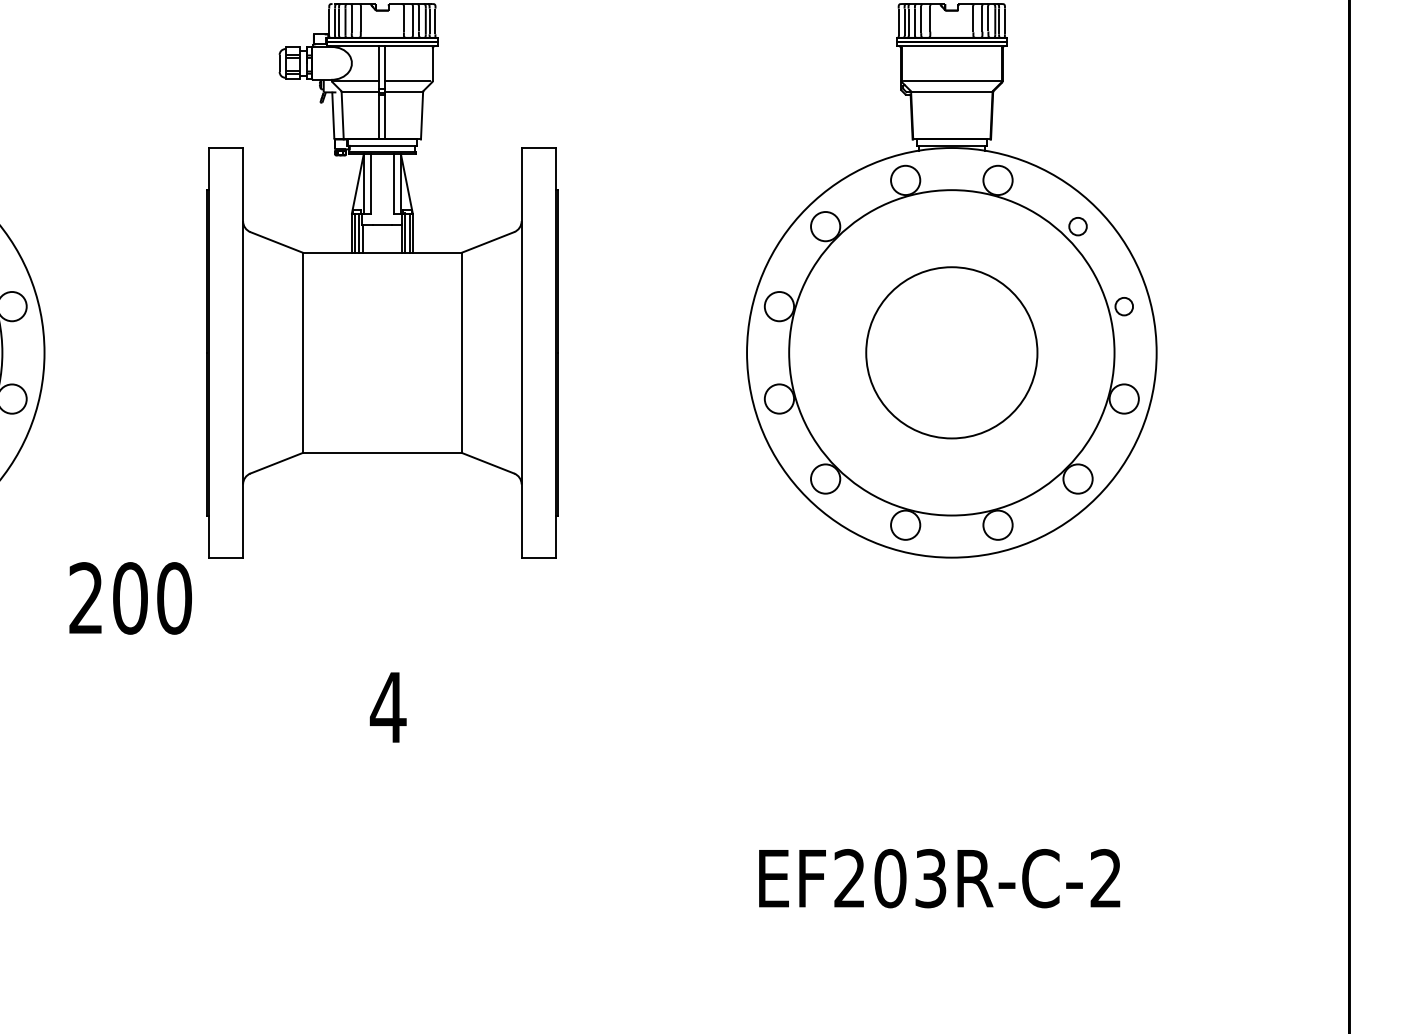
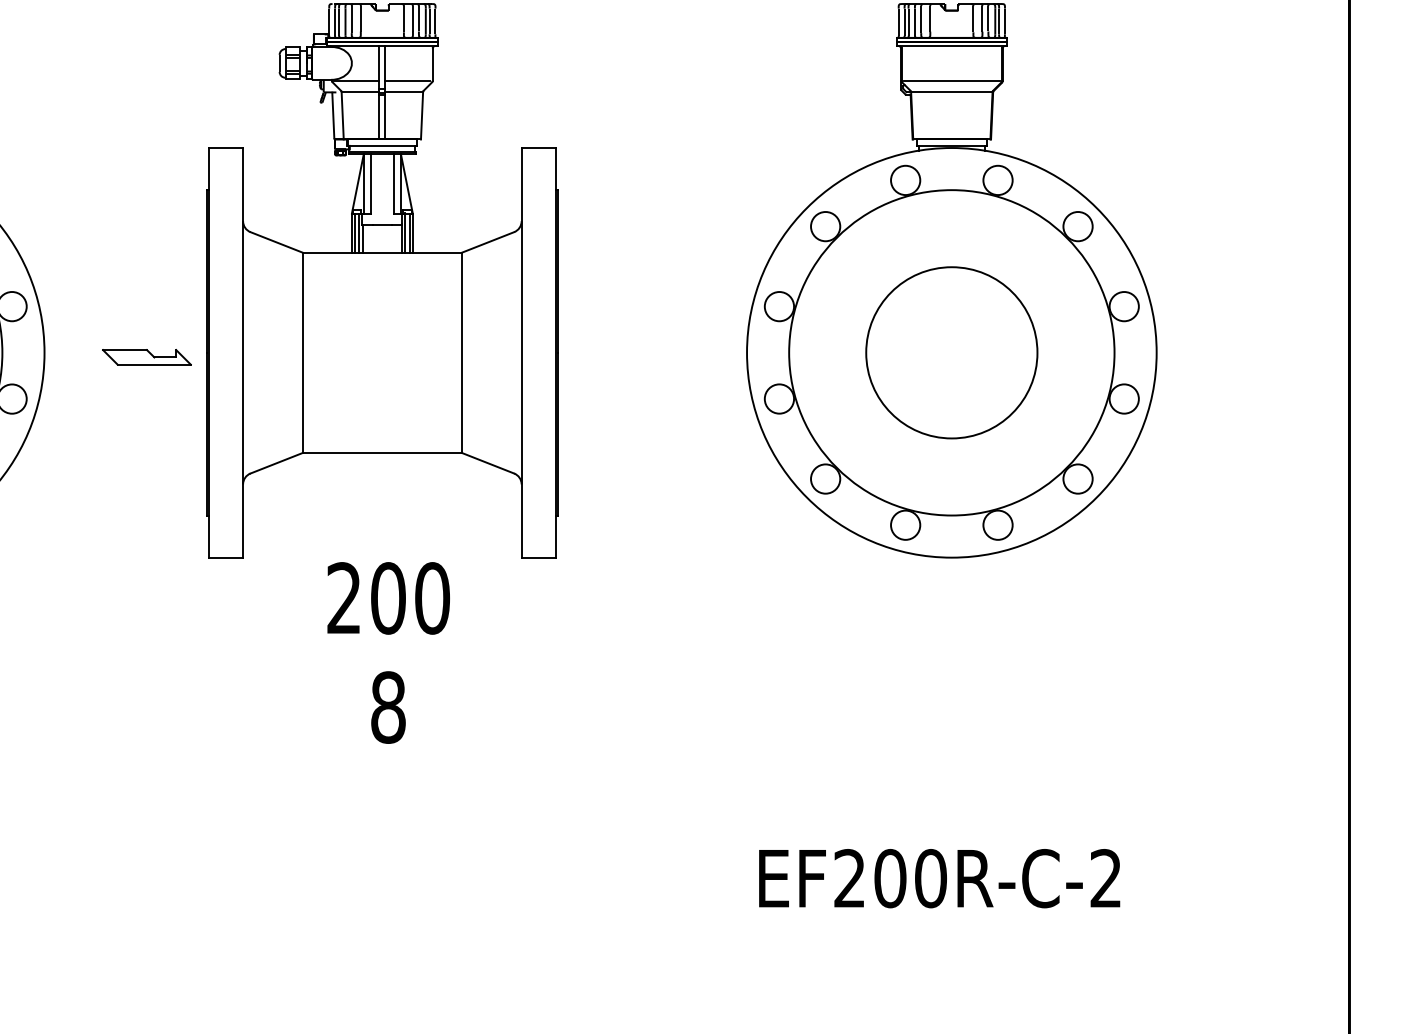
circle at (1077, 226) diameter: 18 px -> 29 px
circle at (1124, 306) diameter: 18 px -> 29 px
part at (146, 357): none -> present
text at (130, 598) position: (130, 598) -> (388, 598)
text at (387, 707): 4 -> 8
text at (930, 878): EF203R-C-2 -> EF200R-C-2
